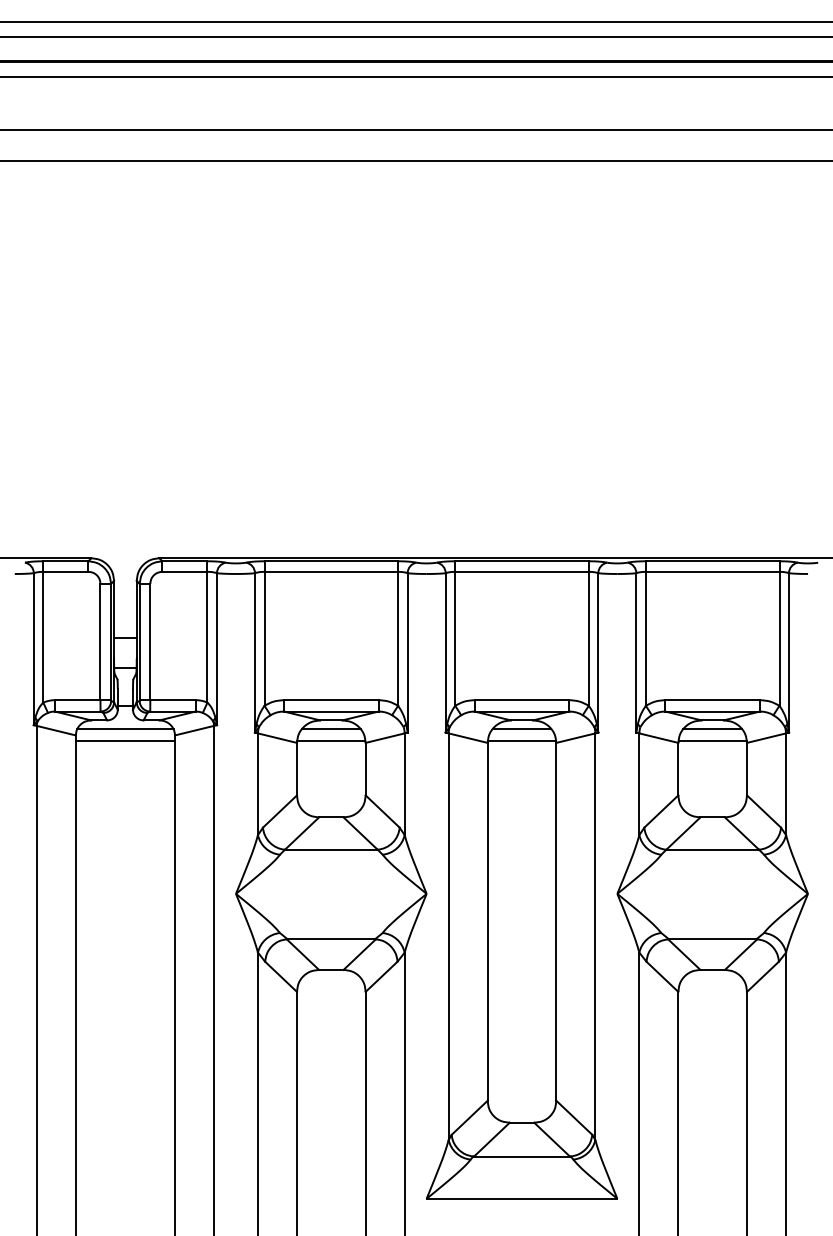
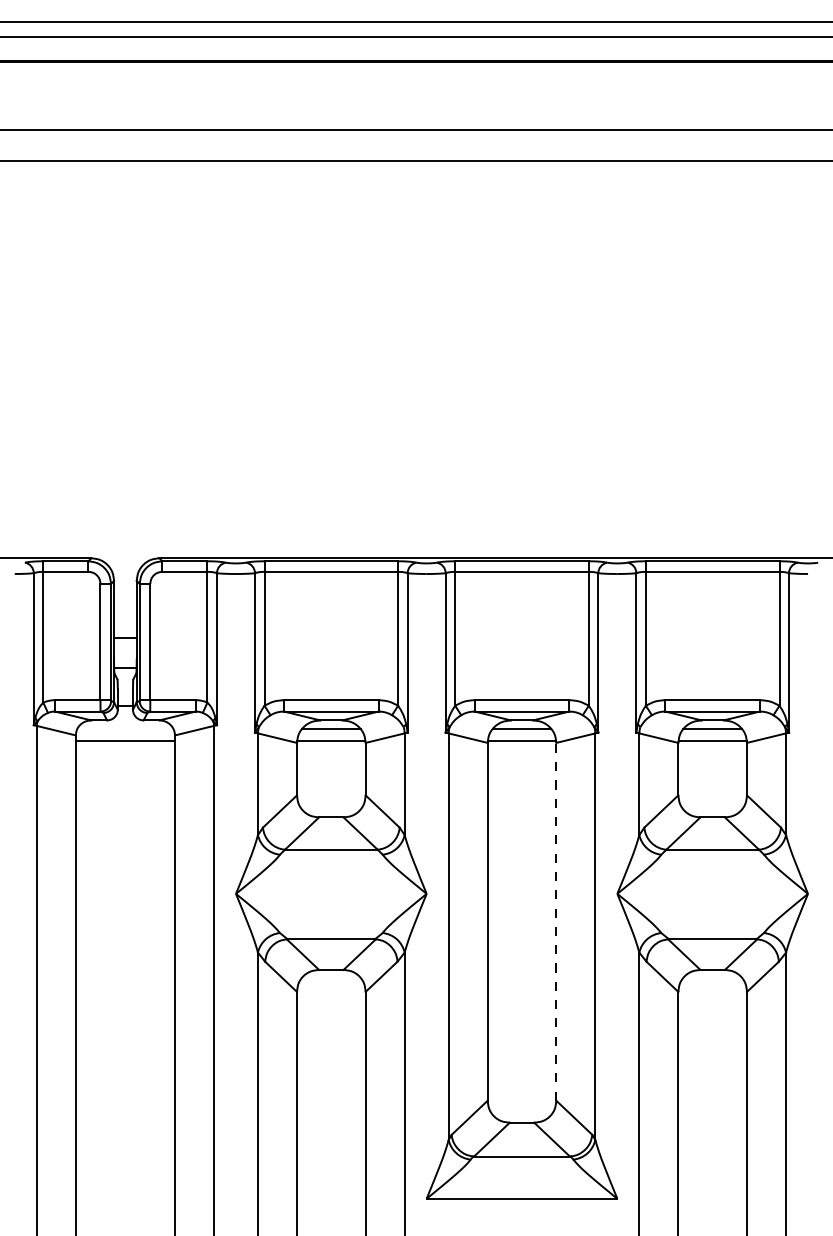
line at (415, 76): present -> none
line at (125, 729): present -> none
line at (556, 921): solid -> dashed
